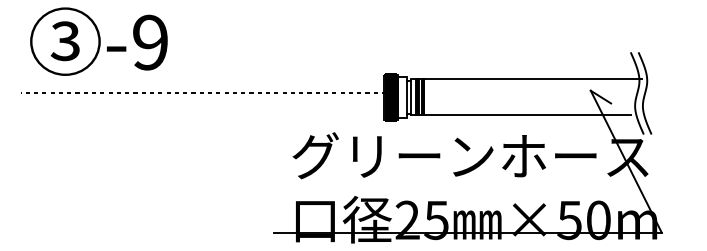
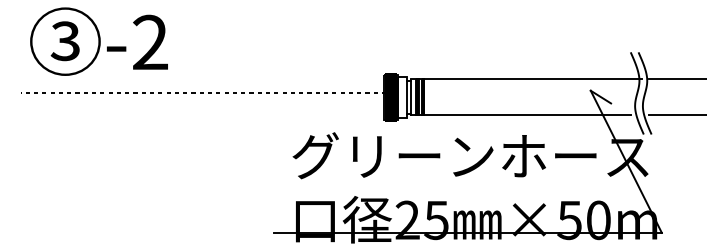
text at (150, 42): -9 -> -2
line at (676, 79): none -> present
line at (675, 115): none -> present
